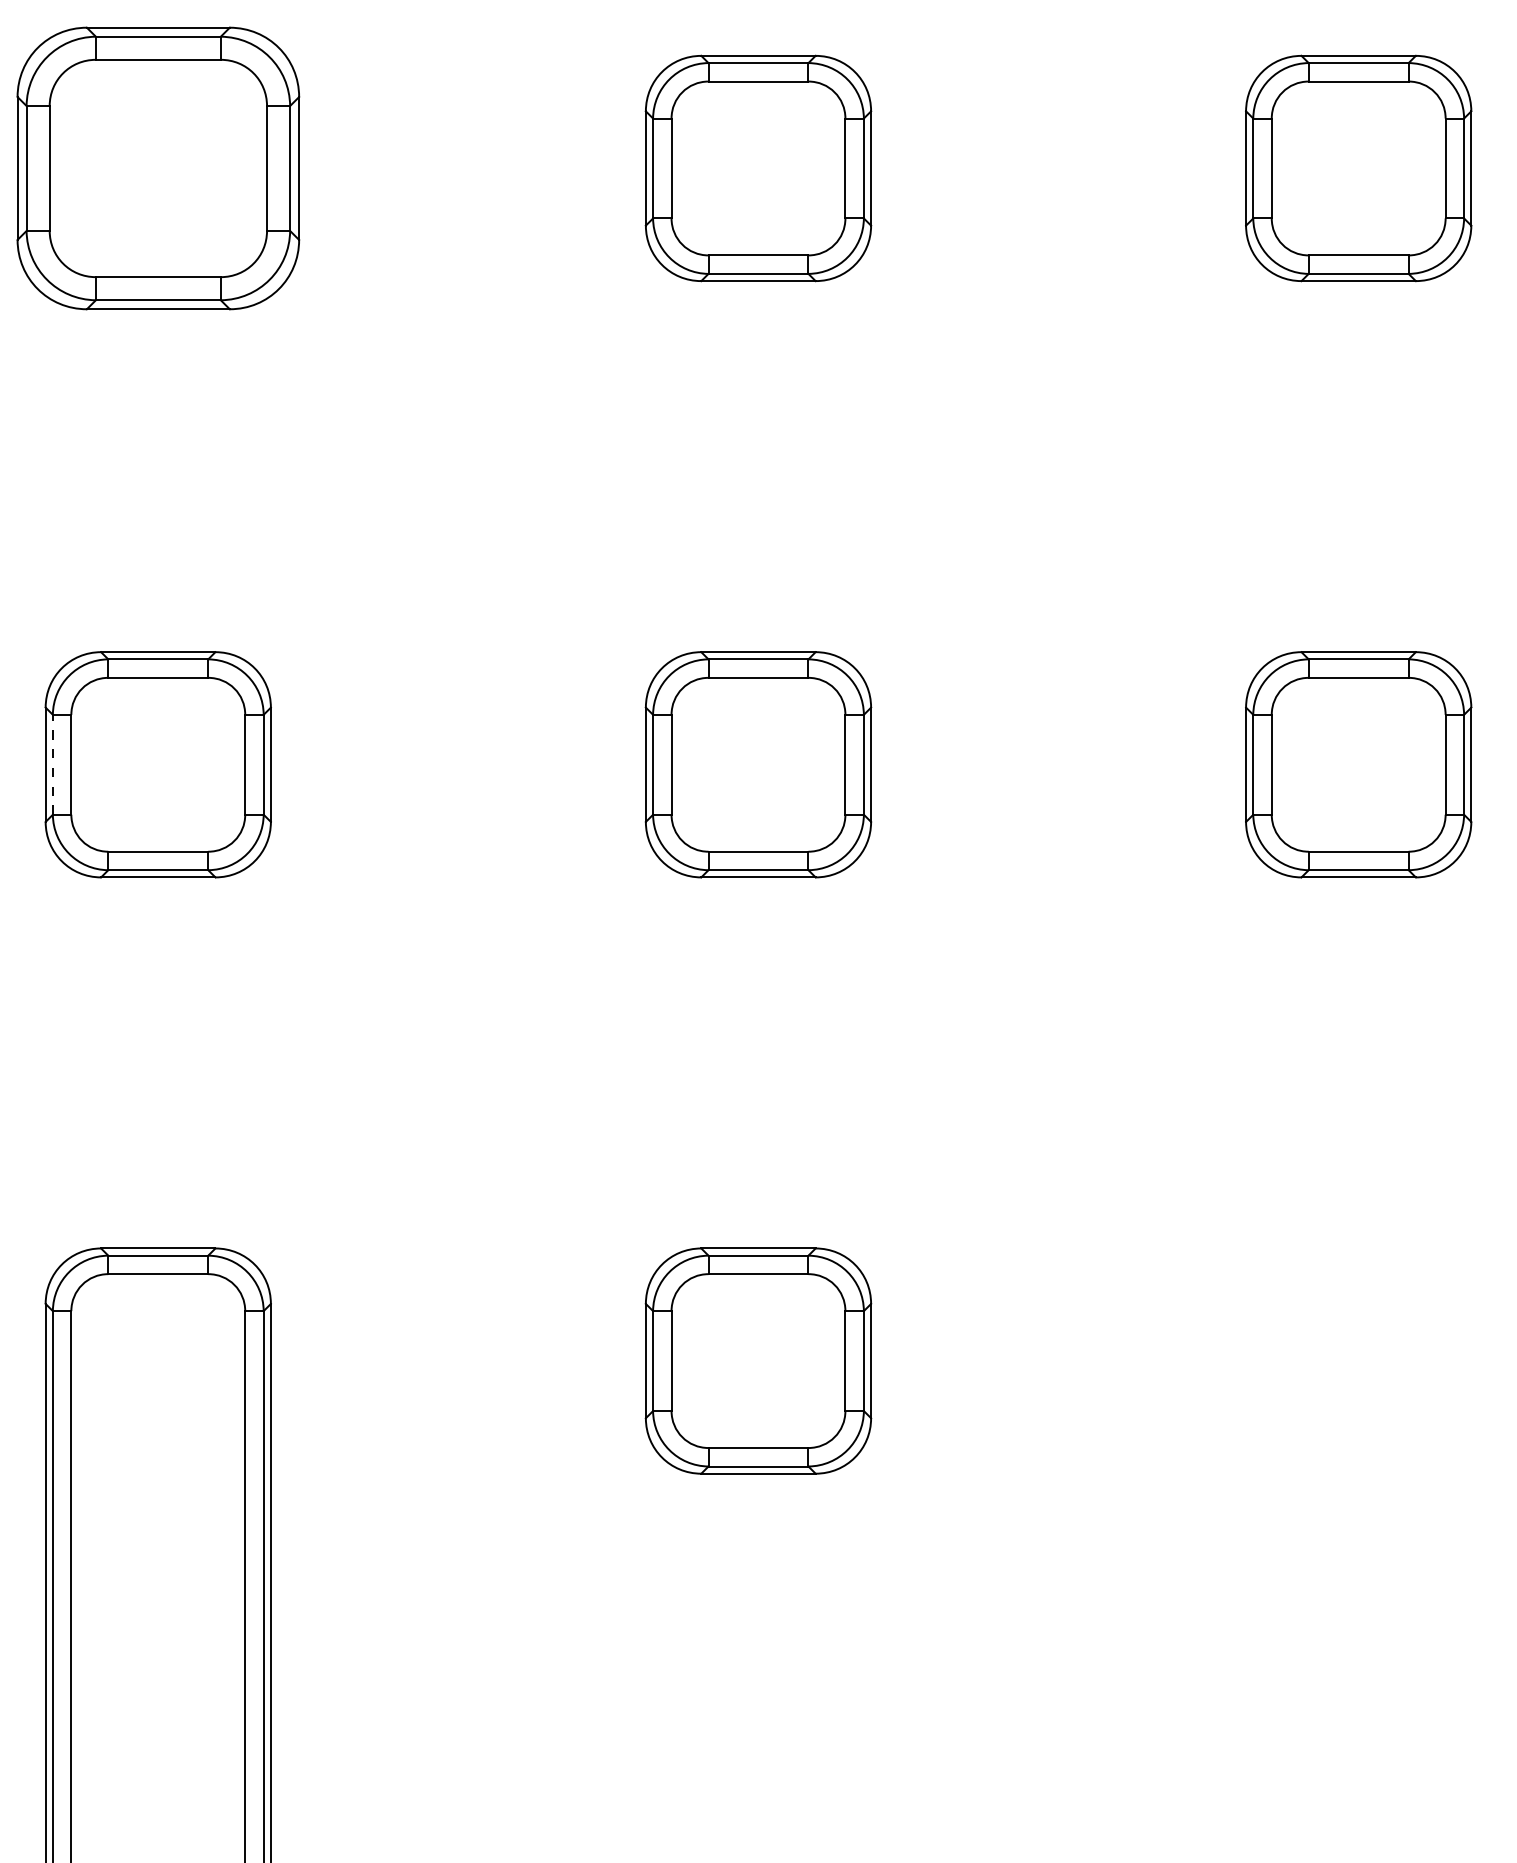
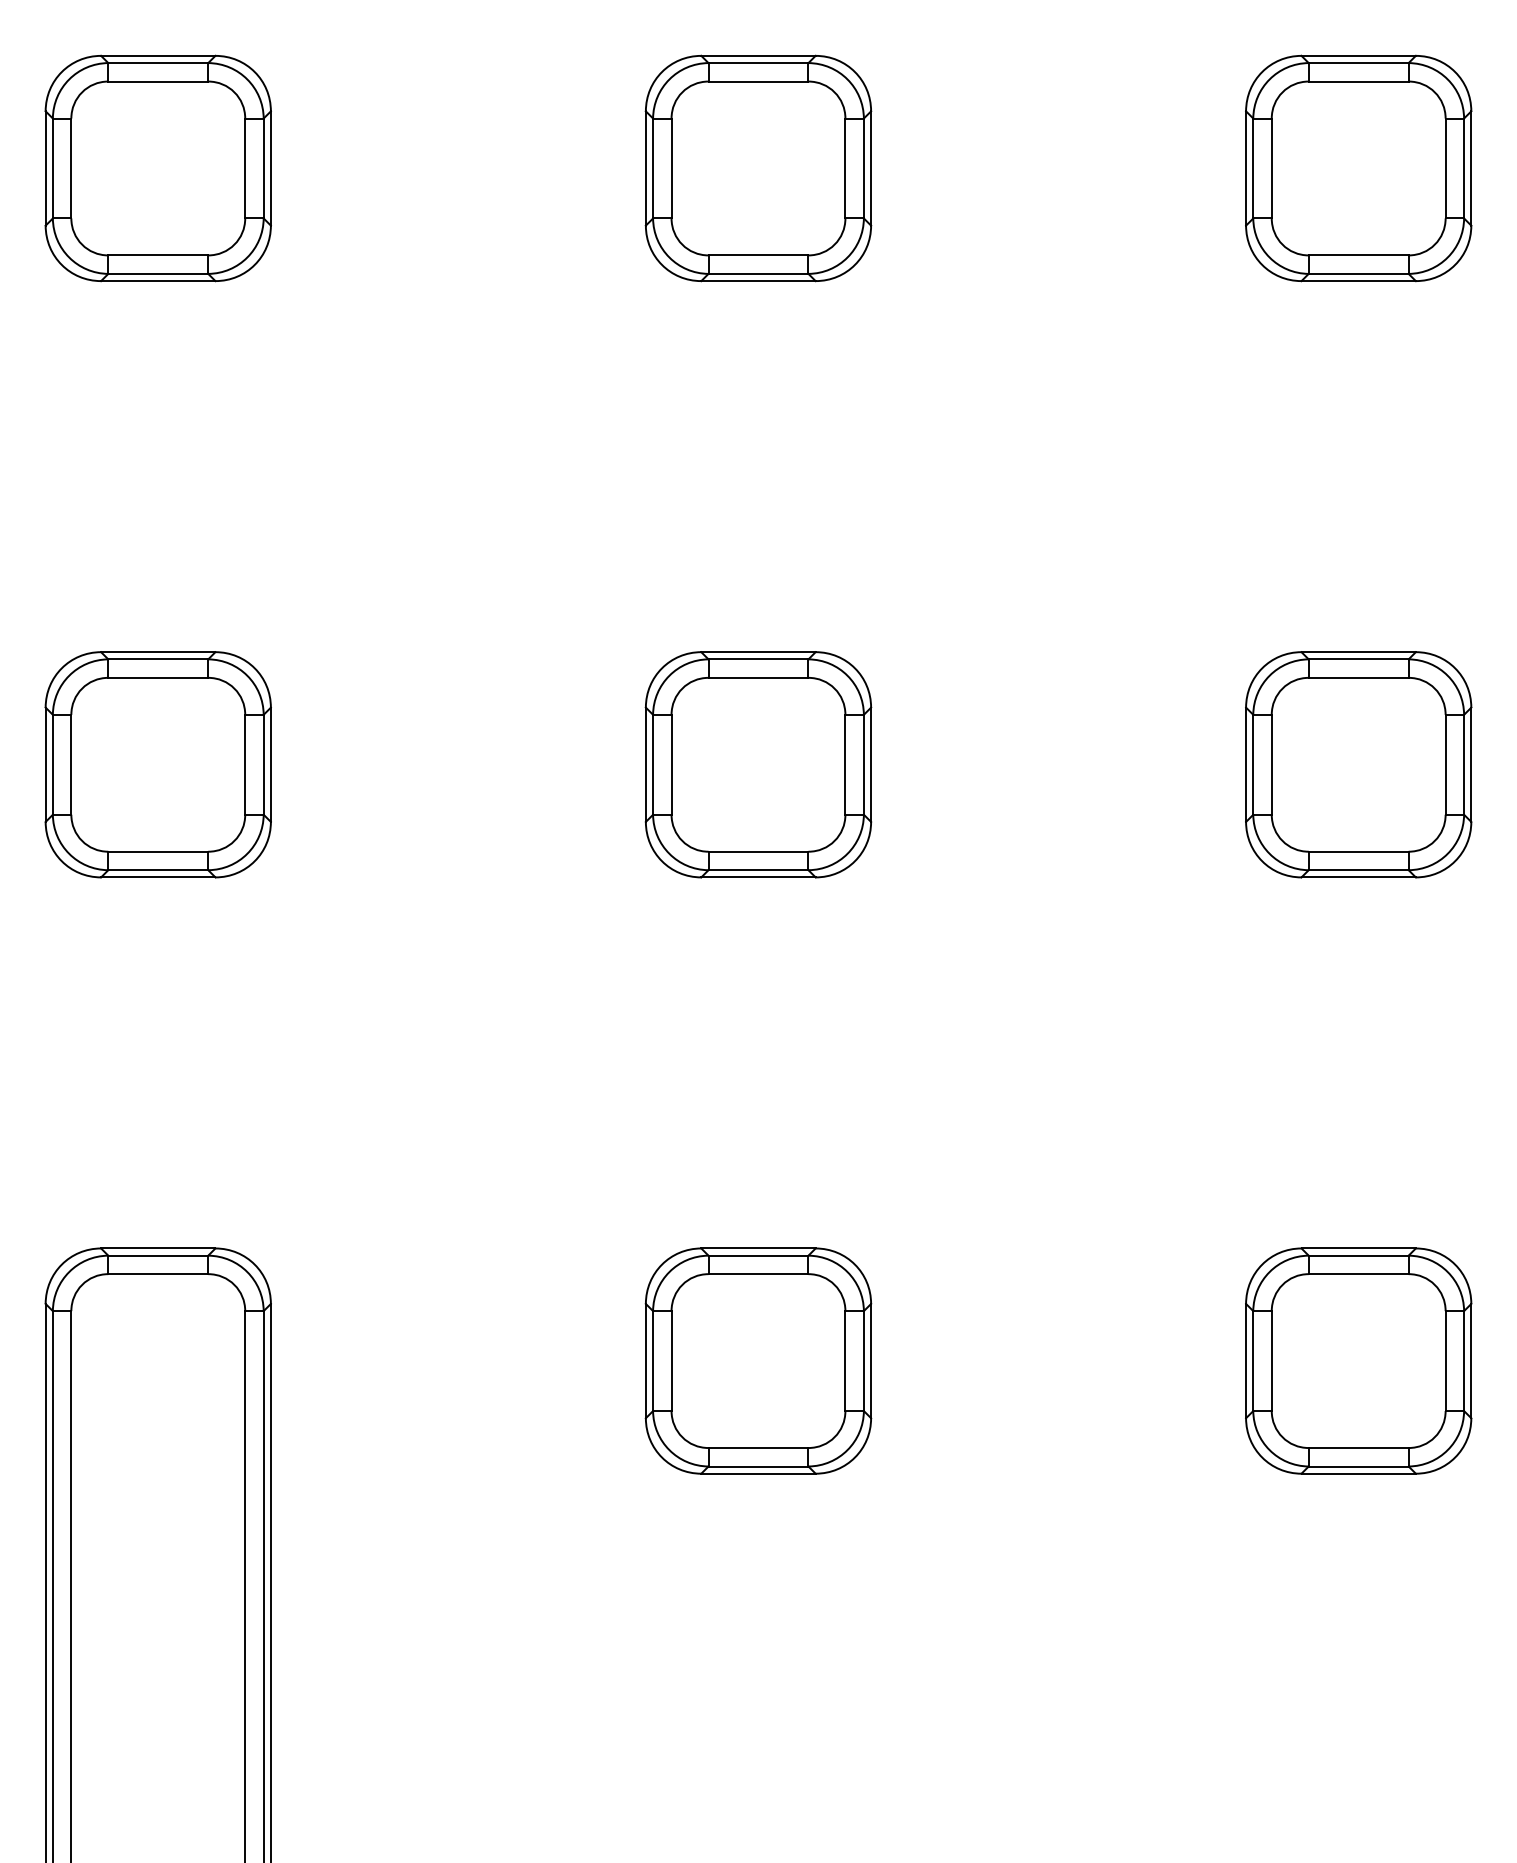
part at (158, 168) size: 285x285 px -> 228x229 px
line at (52, 764): dashed -> solid
part at (1358, 1360): none -> present
